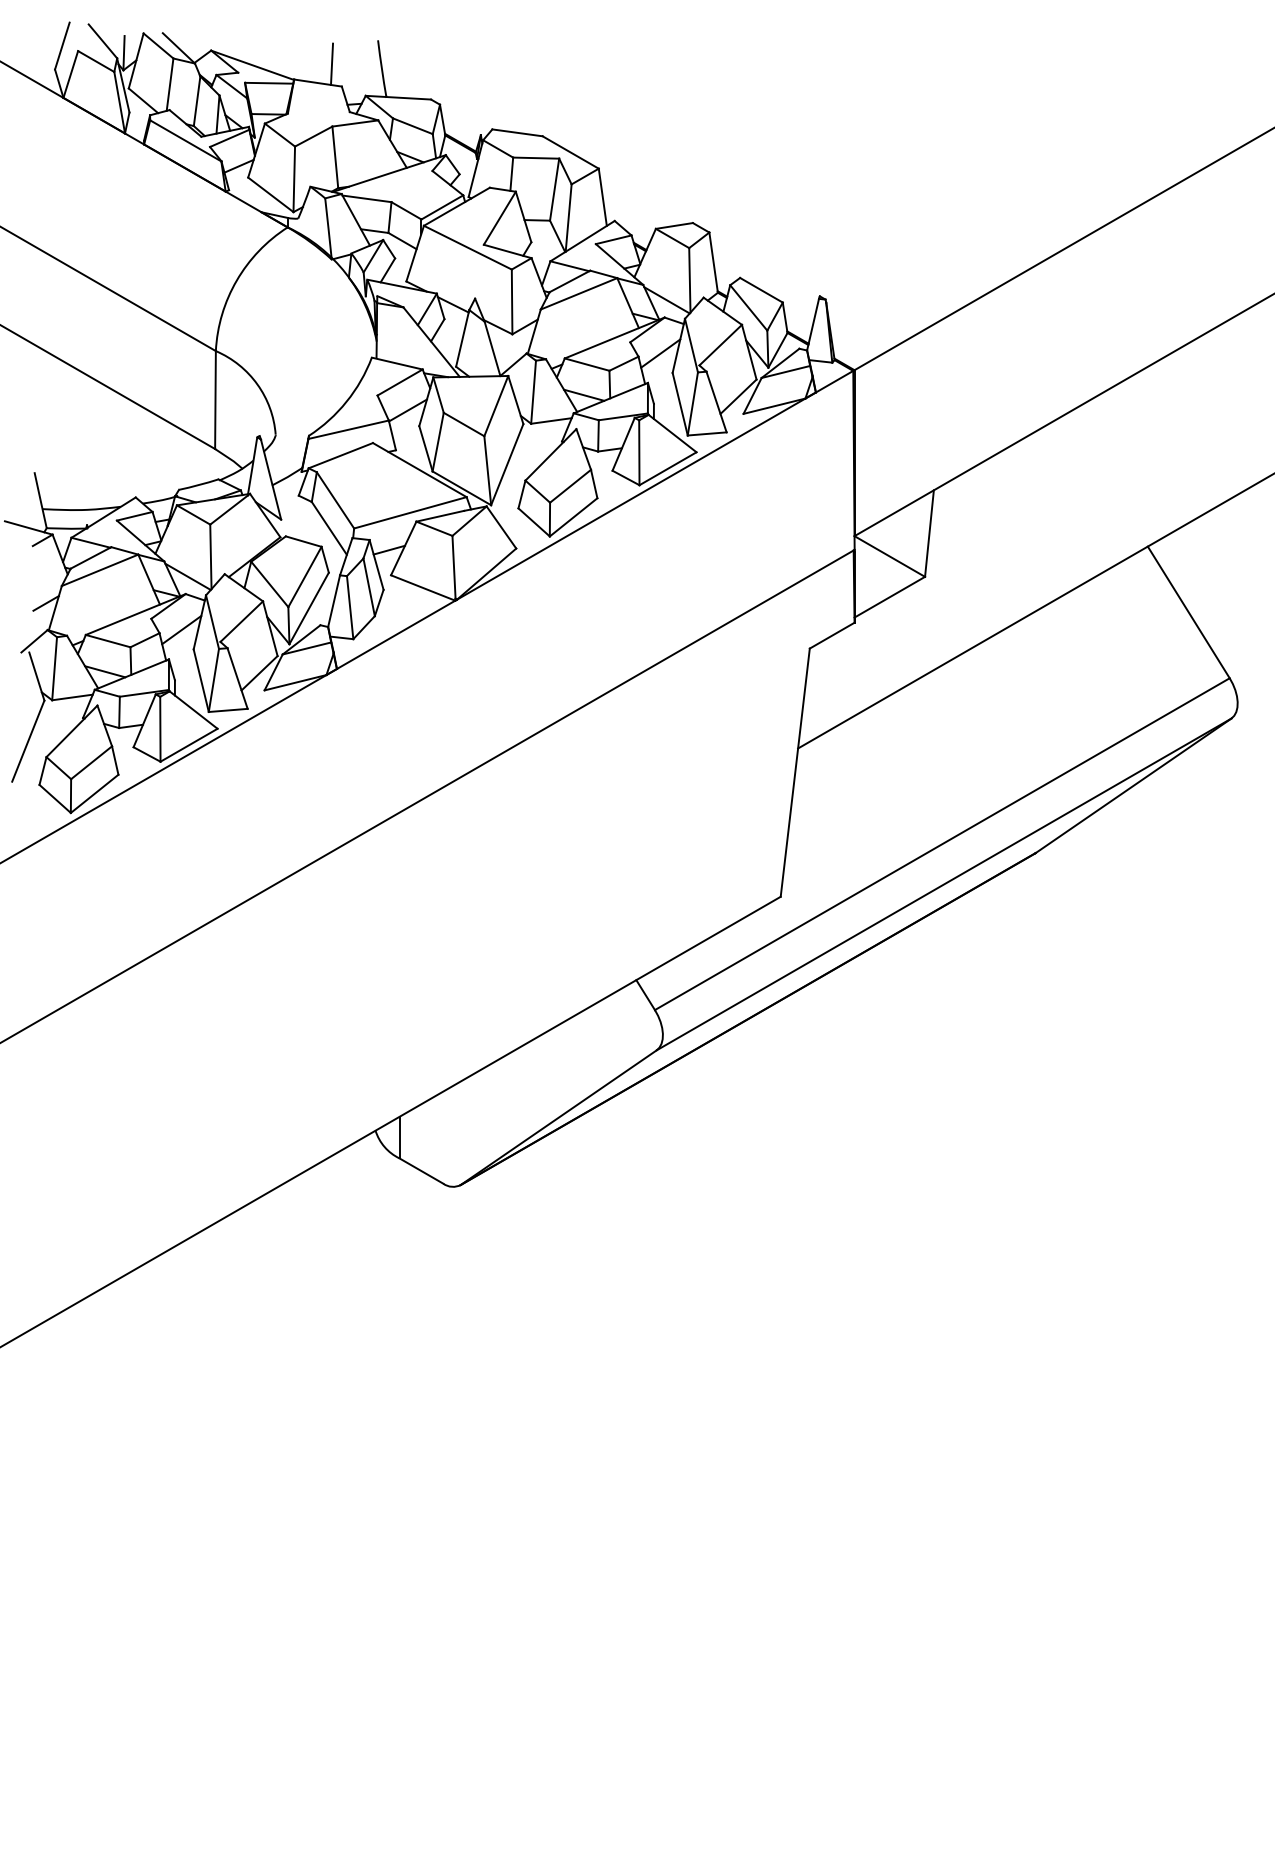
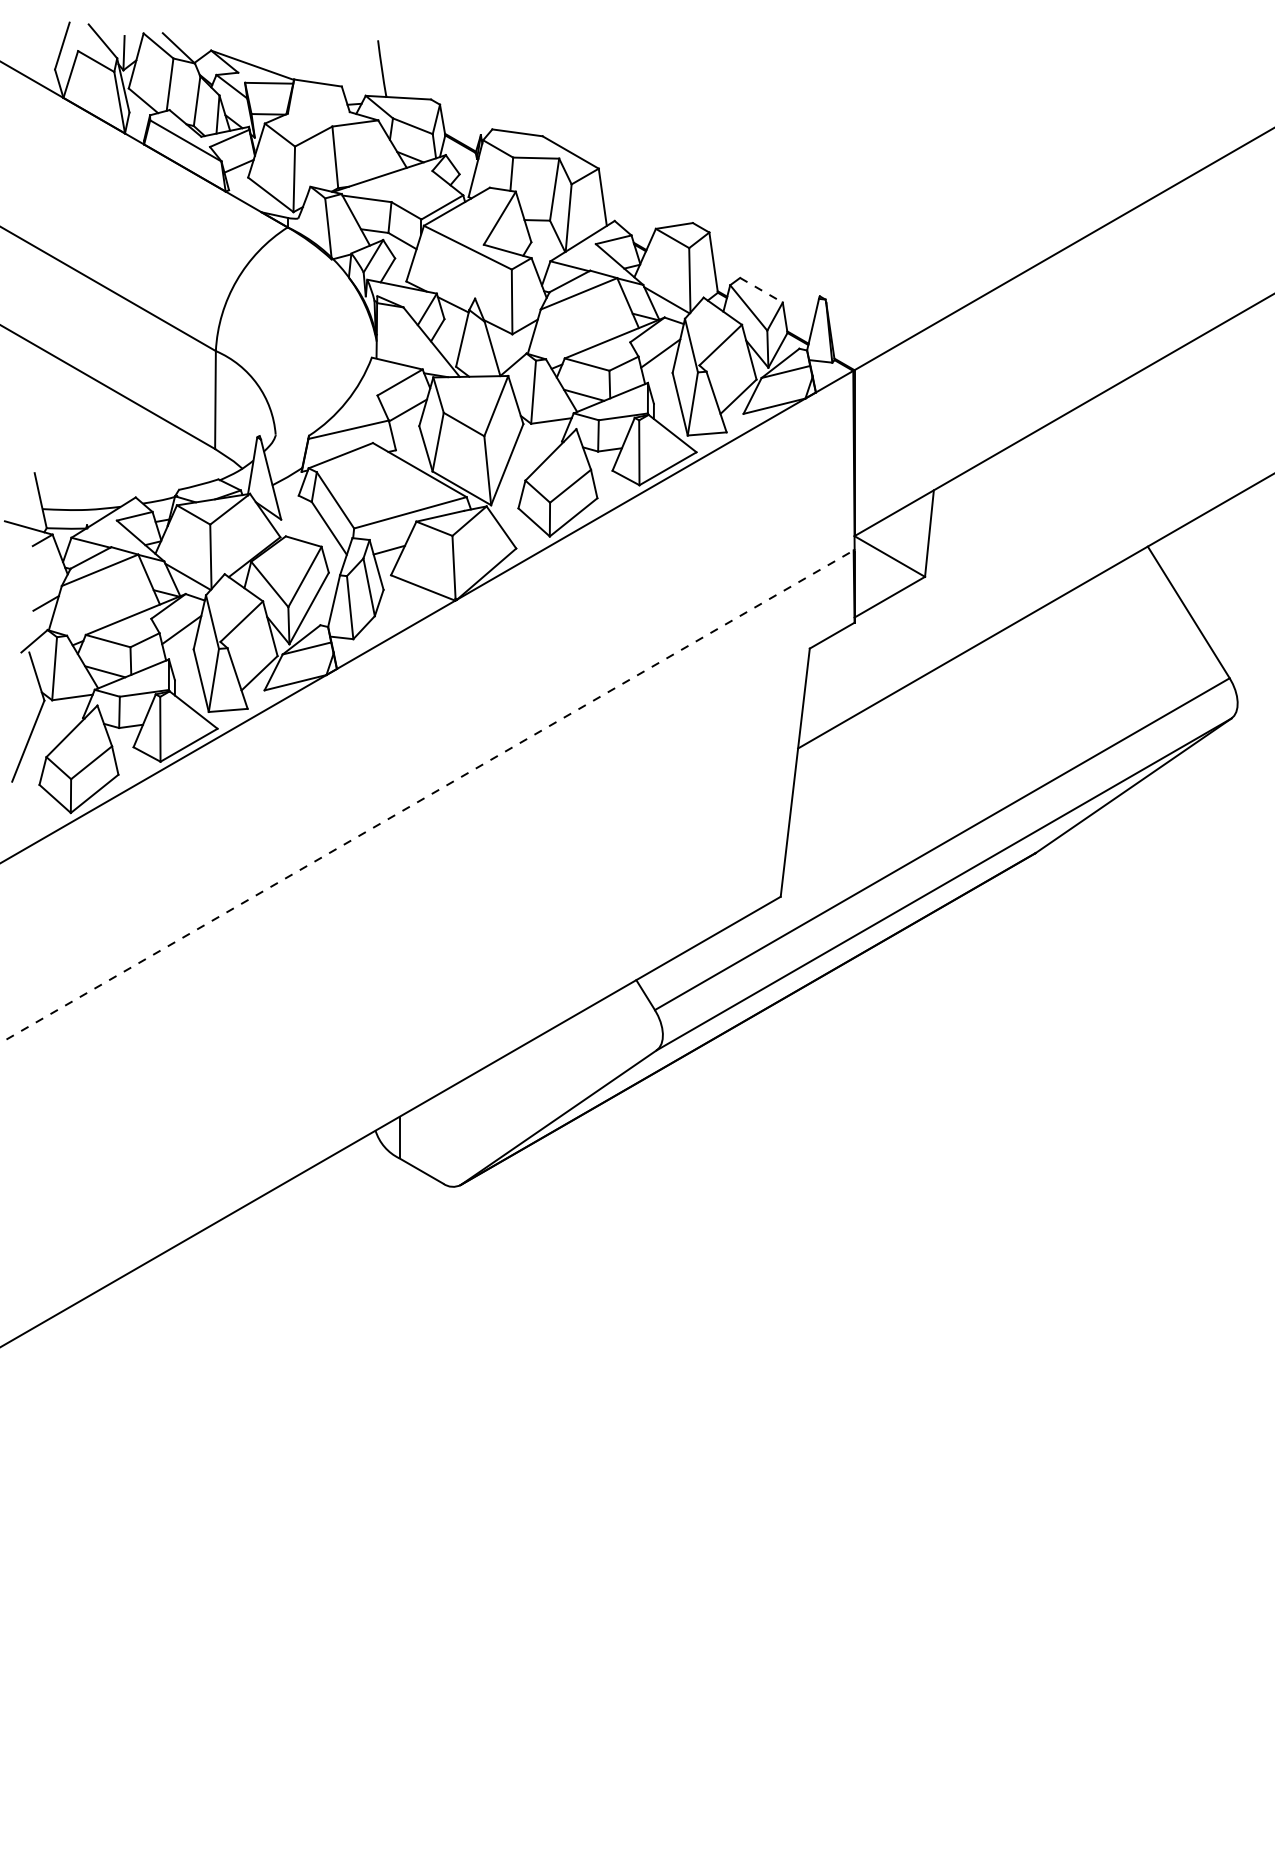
line at (332, 63): present -> none
line at (761, 290): solid -> dashed
line at (428, 796): solid -> dashed
